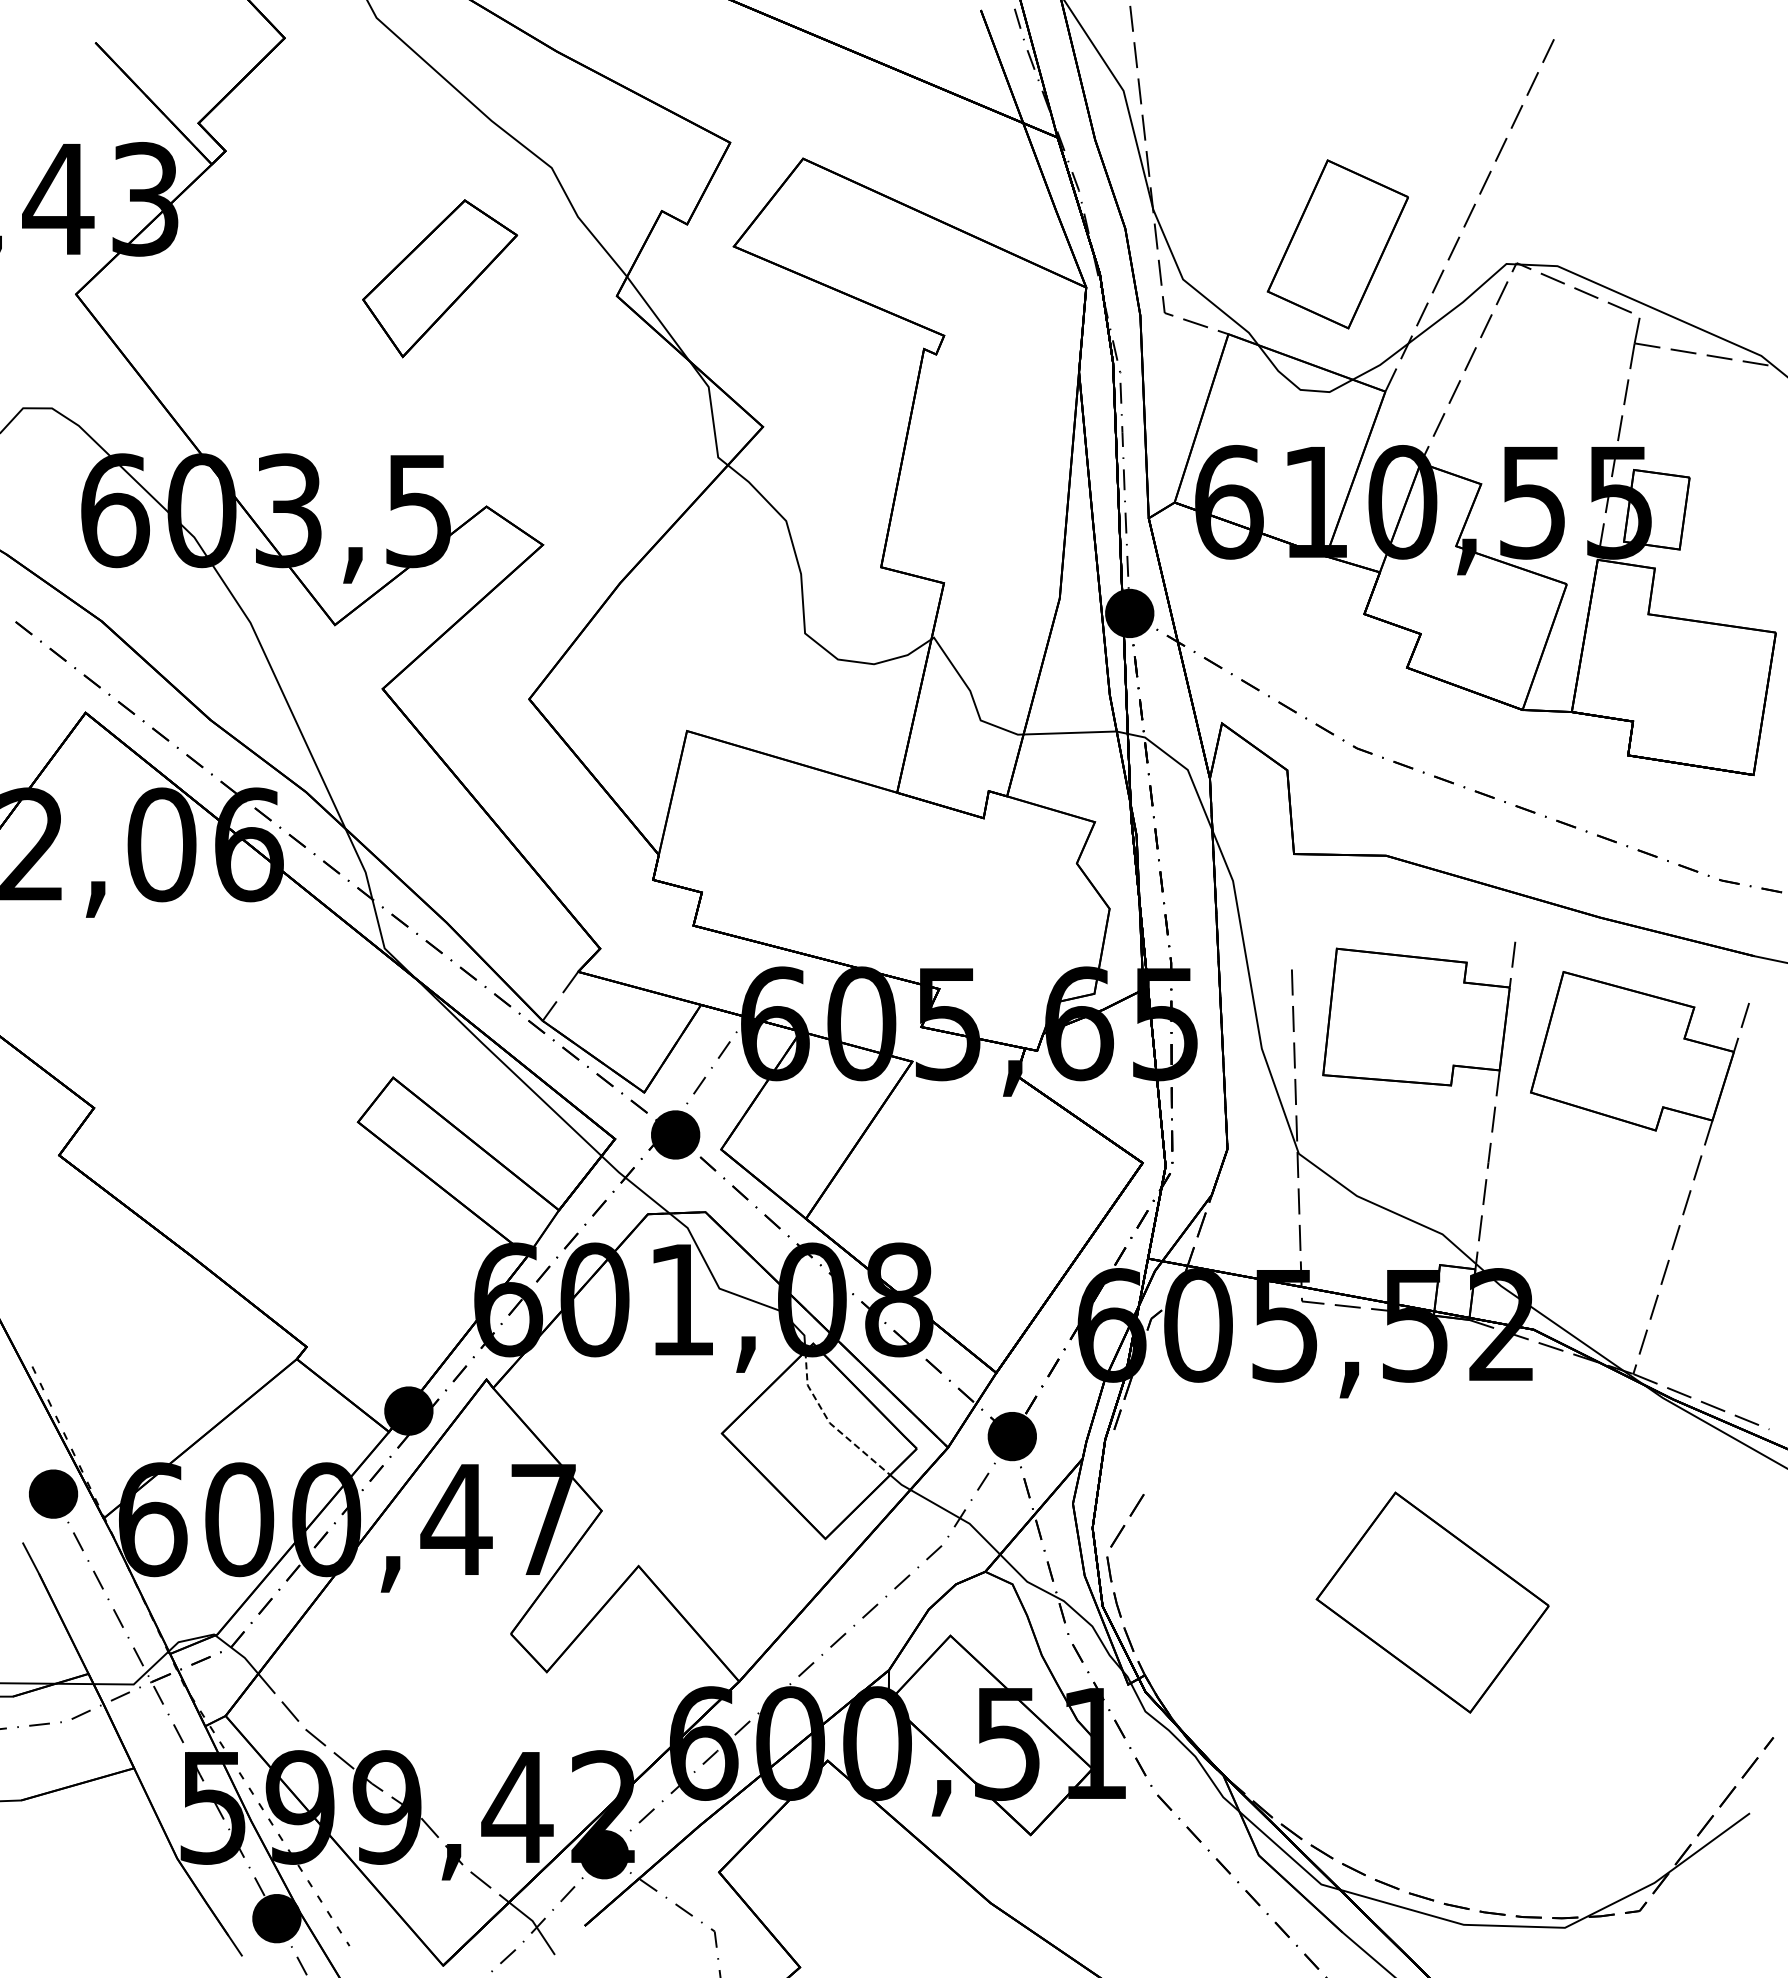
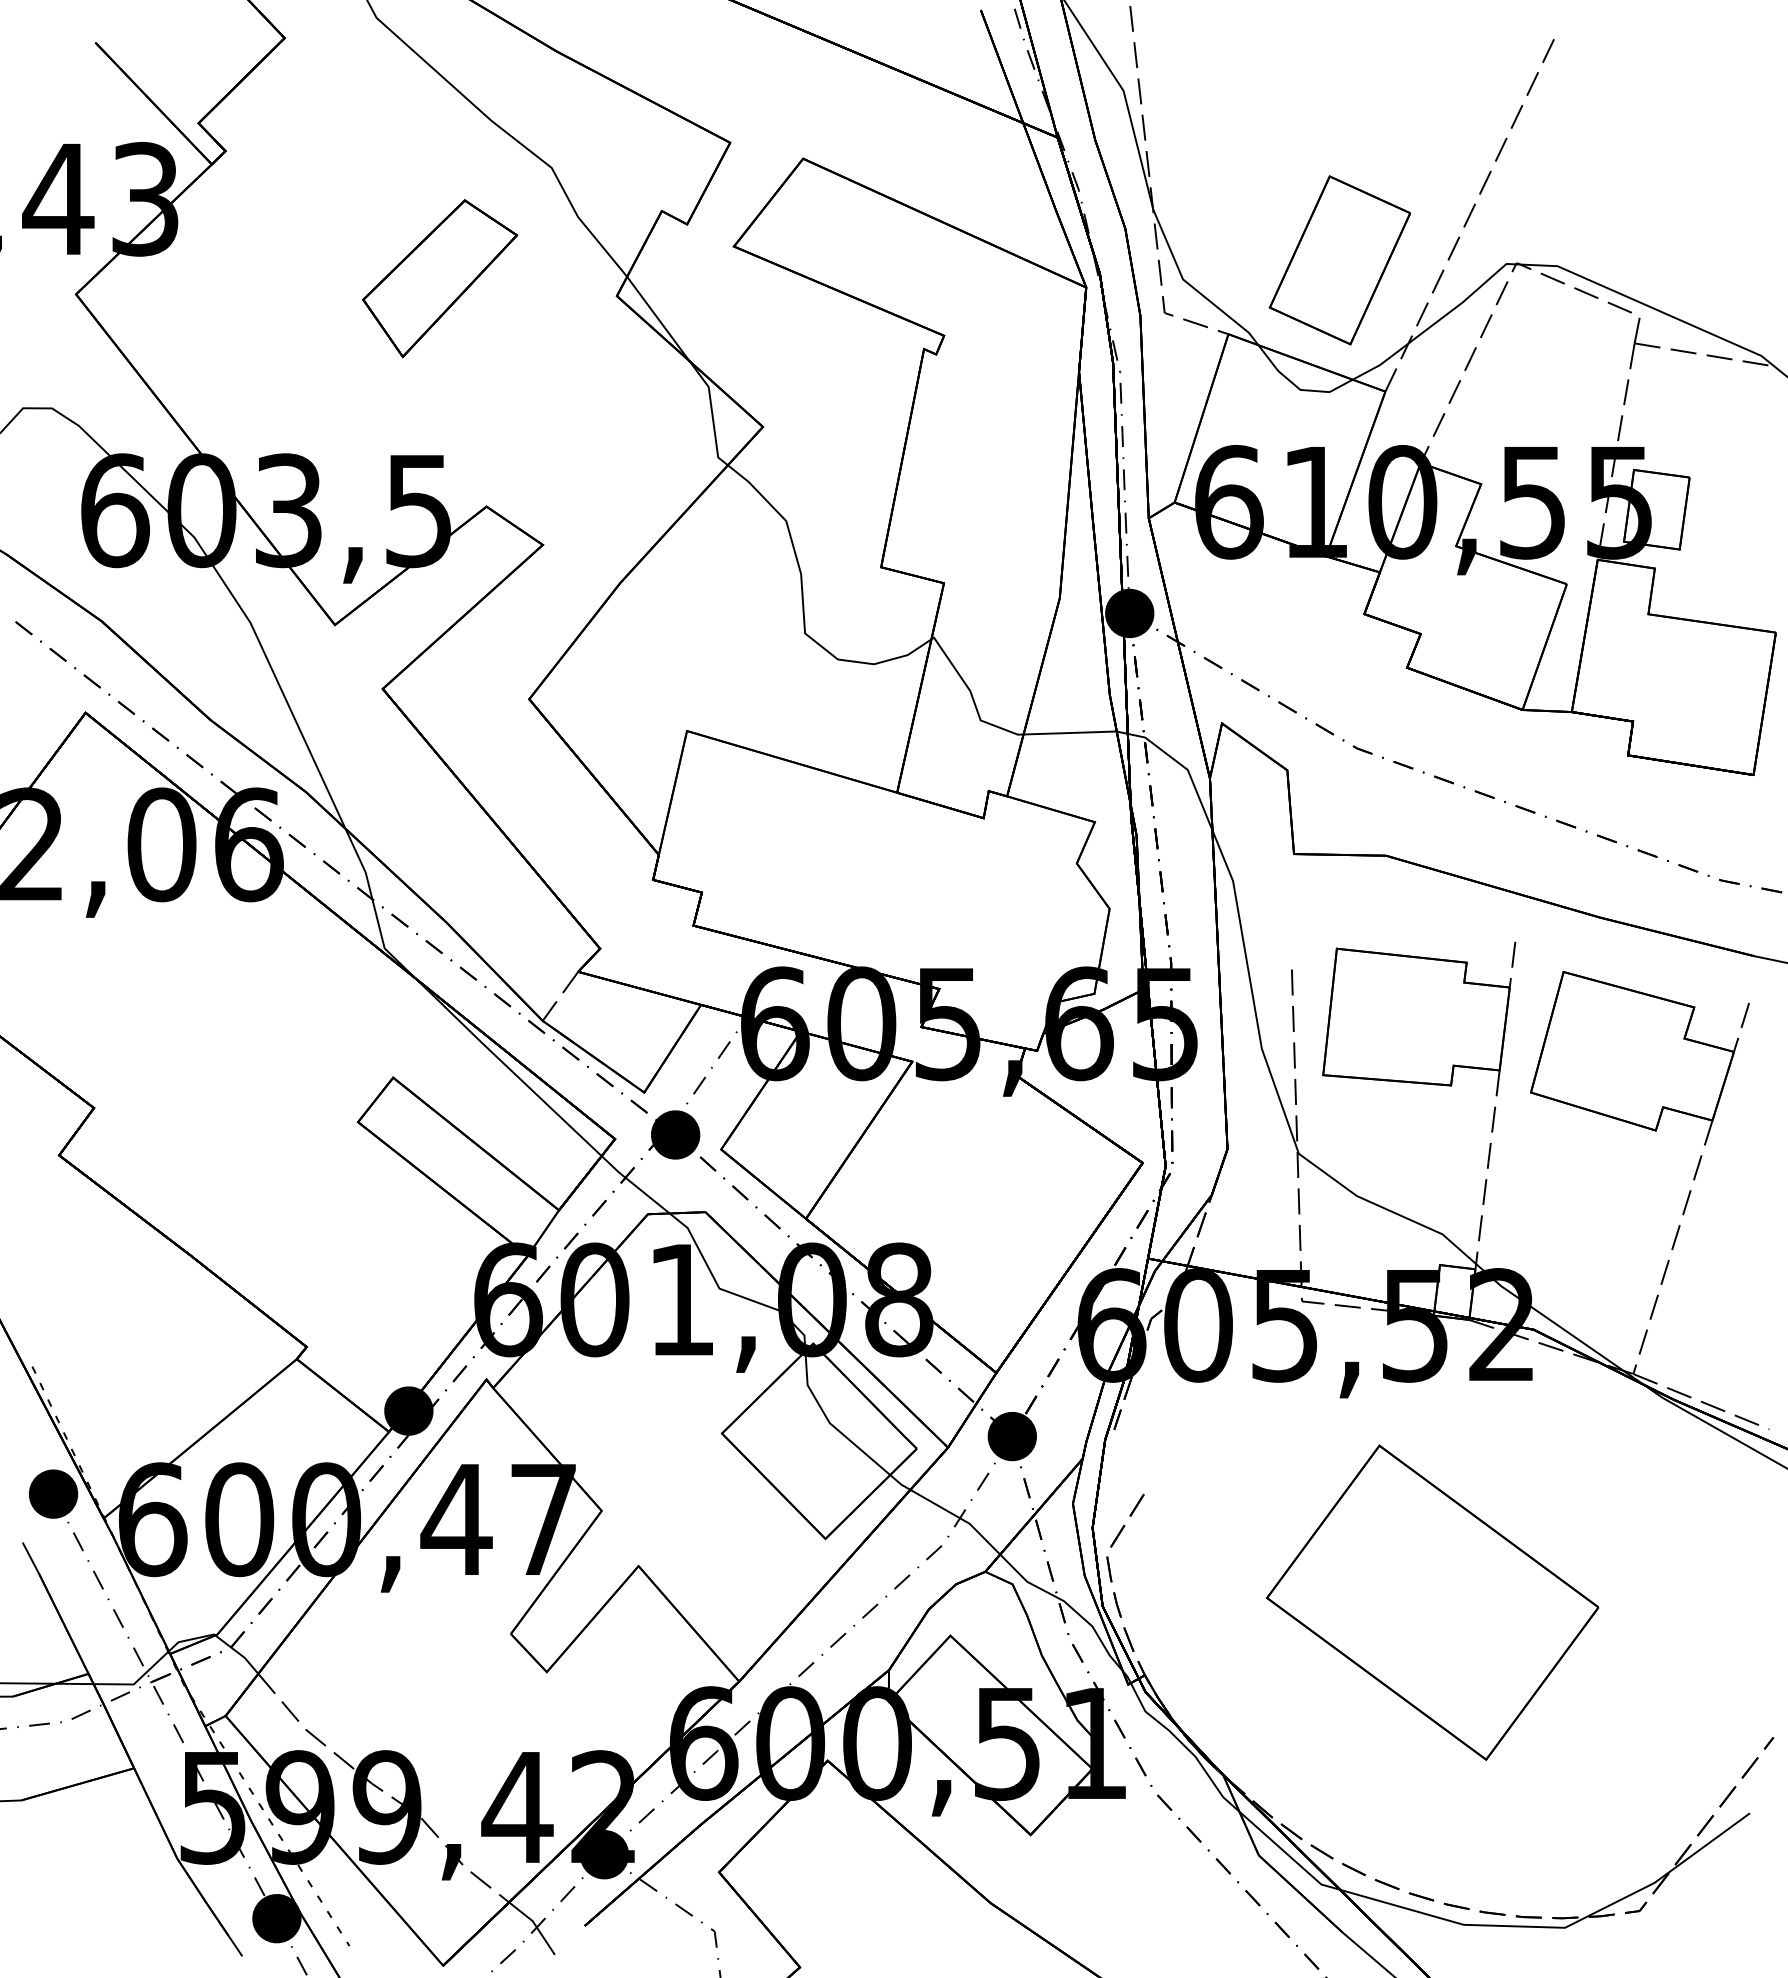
part at (1337, 244) position: (1337, 244) -> (1339, 260)
line at (829, 1423): dashed -> solid
part at (1432, 1602) size: 235x223 px -> 334x317 px
